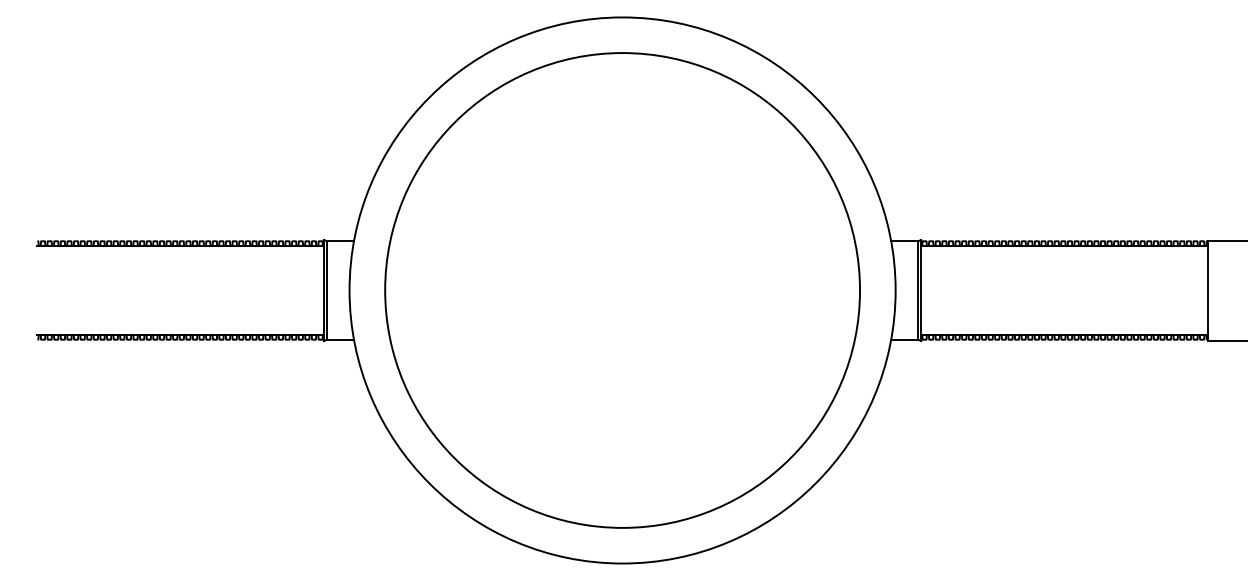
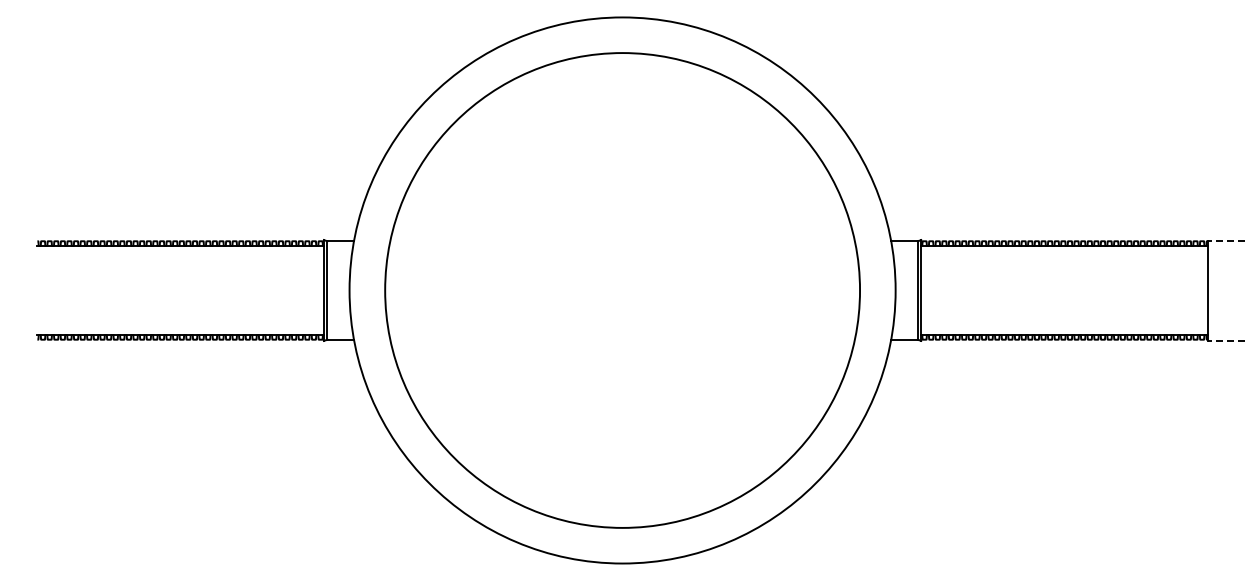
line at (1227, 240): solid -> dashed
line at (1227, 341): solid -> dashed
